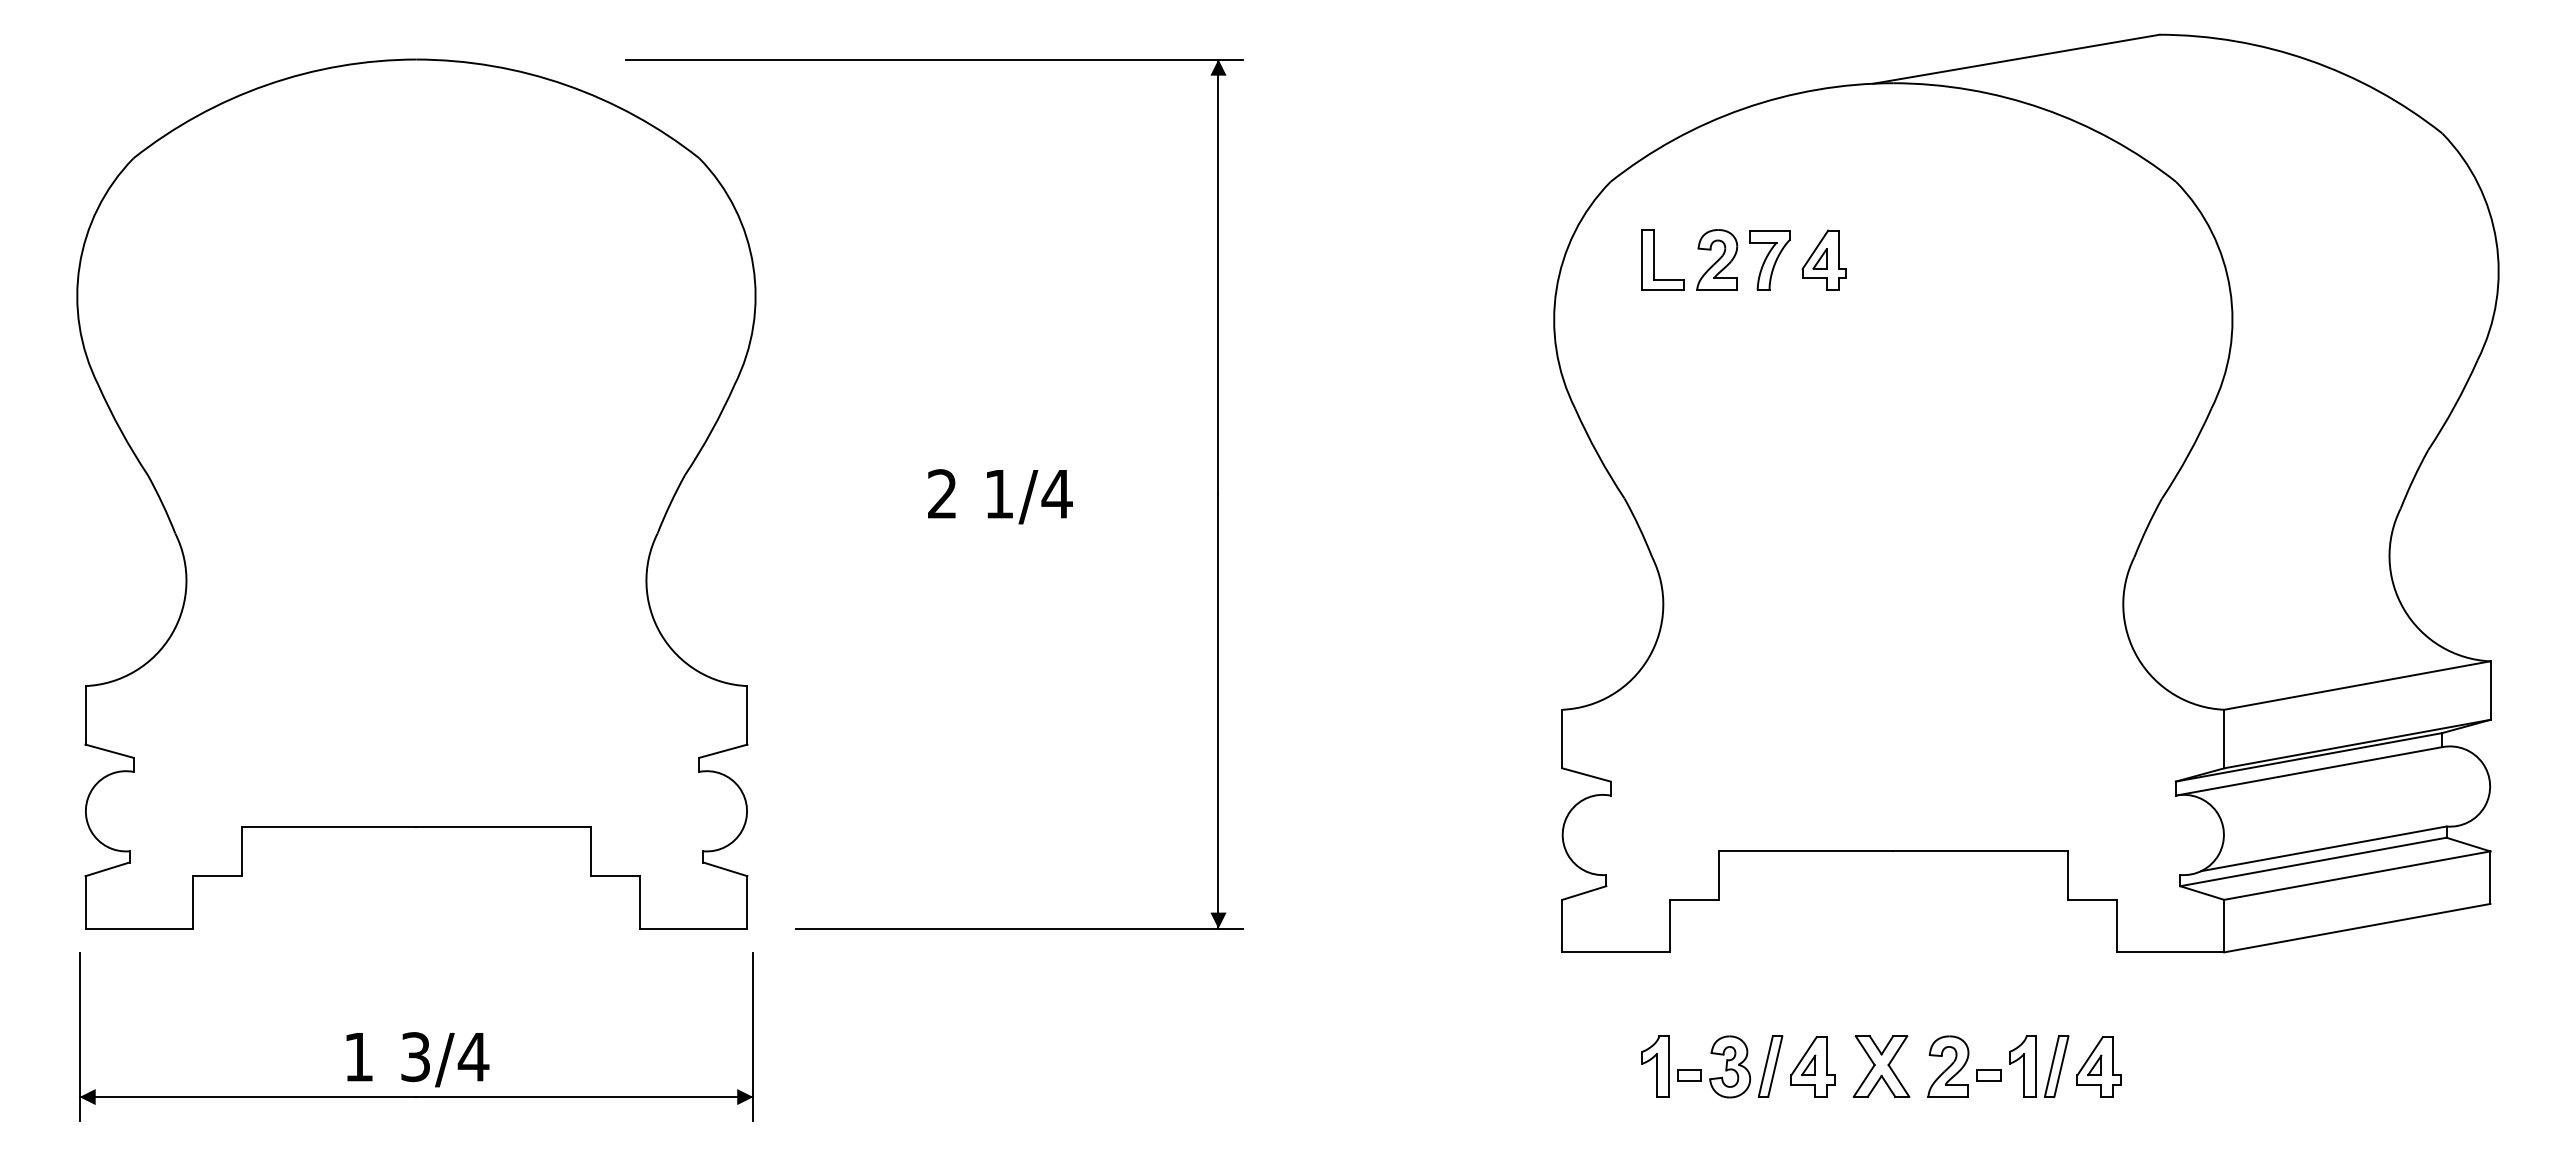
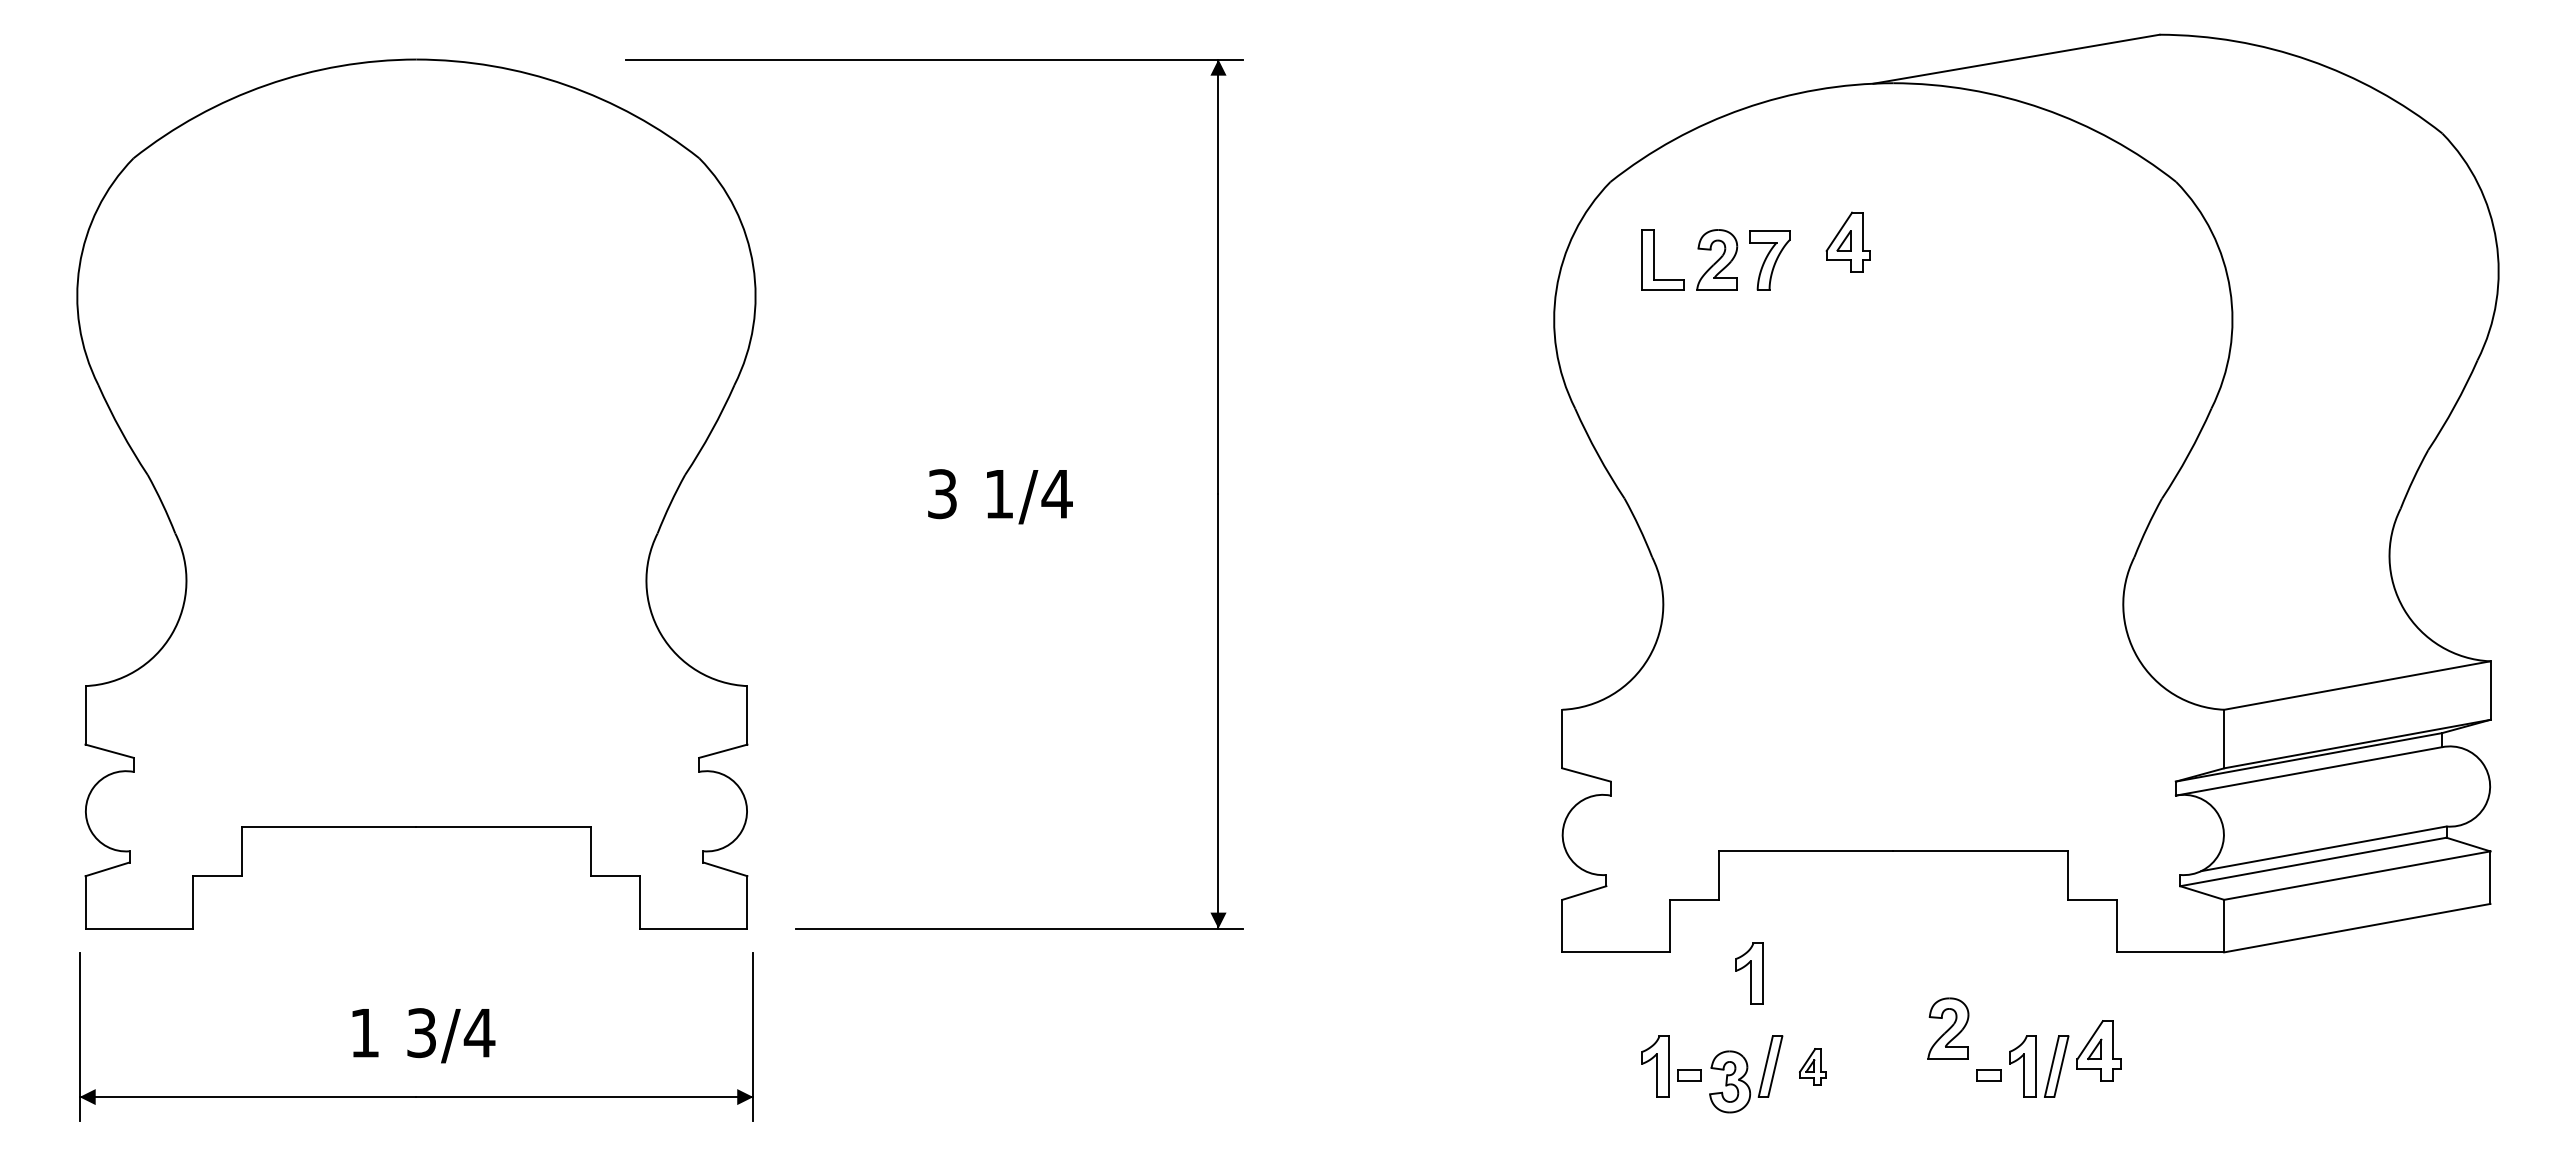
part at (1823, 259) position: (1823, 259) -> (1847, 241)
text at (942, 494): 2 -> 3
part at (1749, 973): none -> present
text at (417, 1059) position: (417, 1059) -> (423, 1035)
part at (1730, 1066) position: (1730, 1066) -> (1730, 1081)
part at (1812, 1066) size: 46x62 px -> 28x38 px
part at (1881, 1066): present -> none
part at (1948, 1066) position: (1948, 1066) -> (1948, 1028)
part at (2098, 1066) position: (2098, 1066) -> (2098, 1050)
